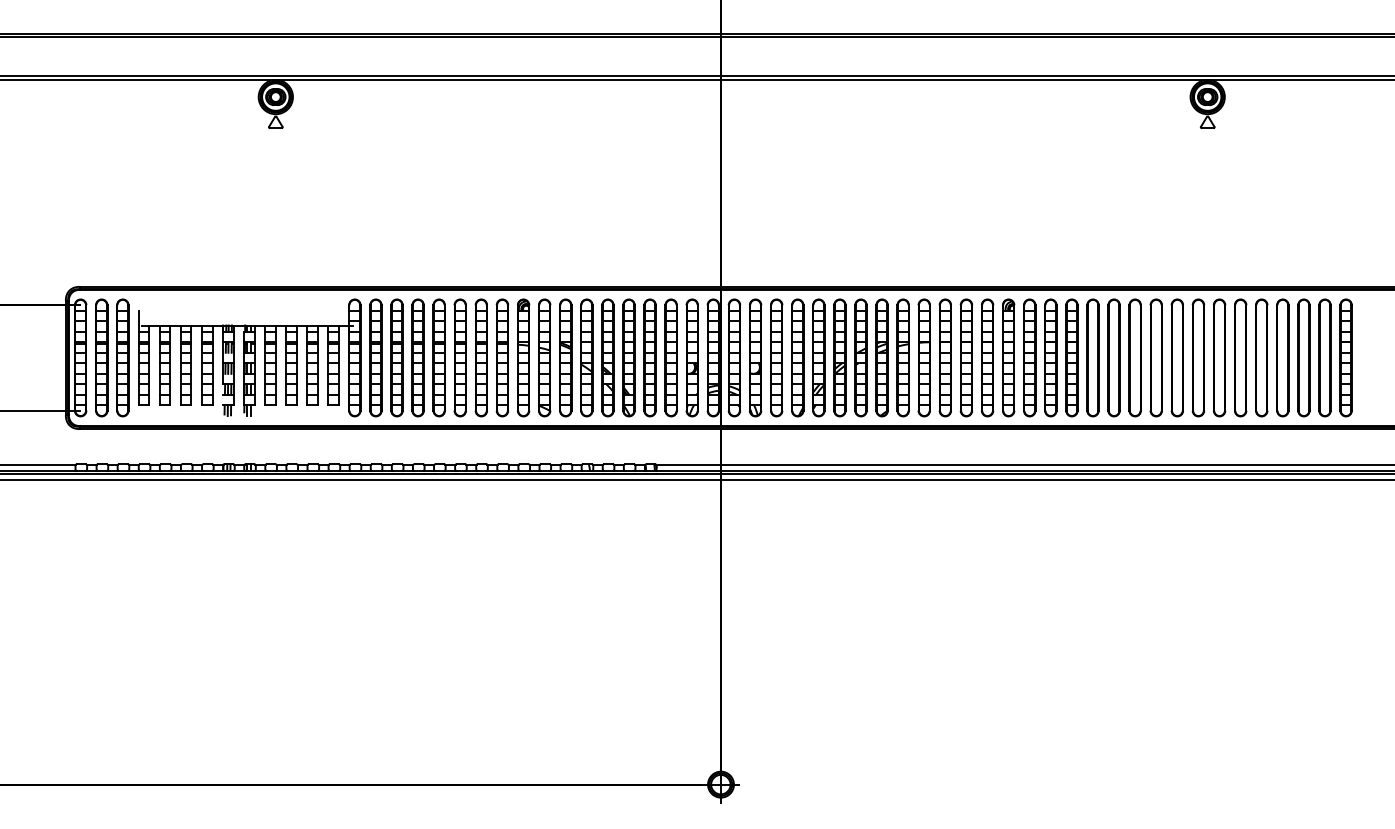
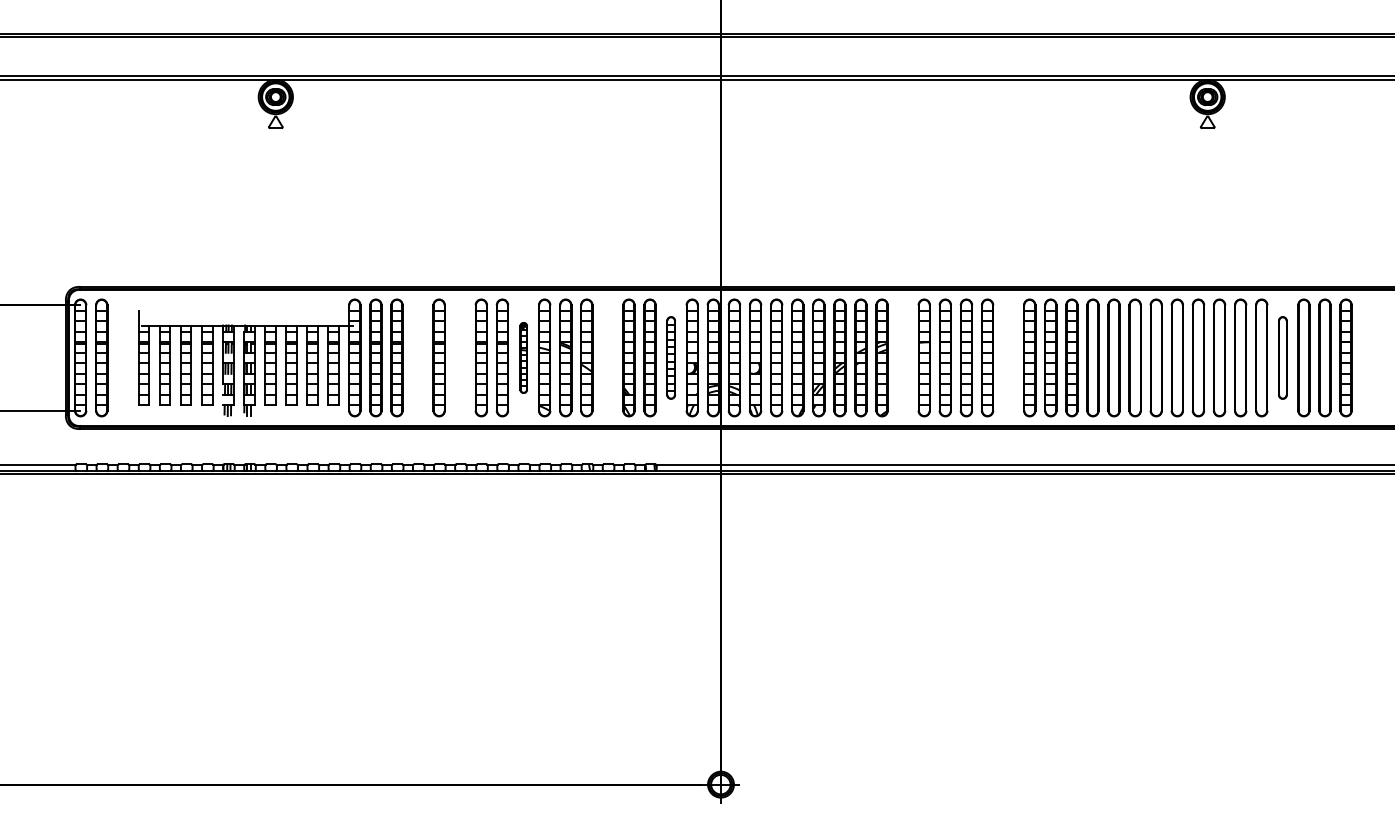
part at (122, 357): present -> none
part at (417, 357): present -> none
part at (459, 357): present -> none
part at (523, 357) size: 14x120 px -> 9x72 px
part at (607, 357): present -> none
part at (670, 357) size: 14x120 px -> 10x84 px
part at (902, 357): present -> none
part at (1008, 357): present -> none
part at (1282, 357) size: 14x120 px -> 10x84 px
line at (696, 479): present -> none
